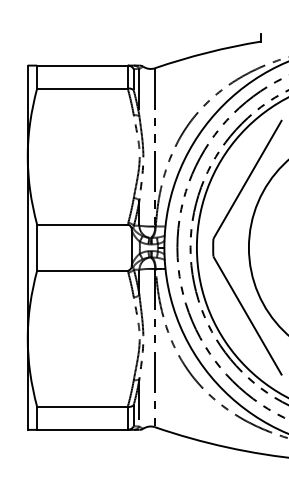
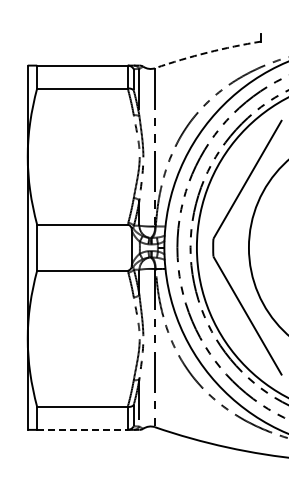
arc at (207, 52): solid -> dashed
line at (82, 429): solid -> dashed
